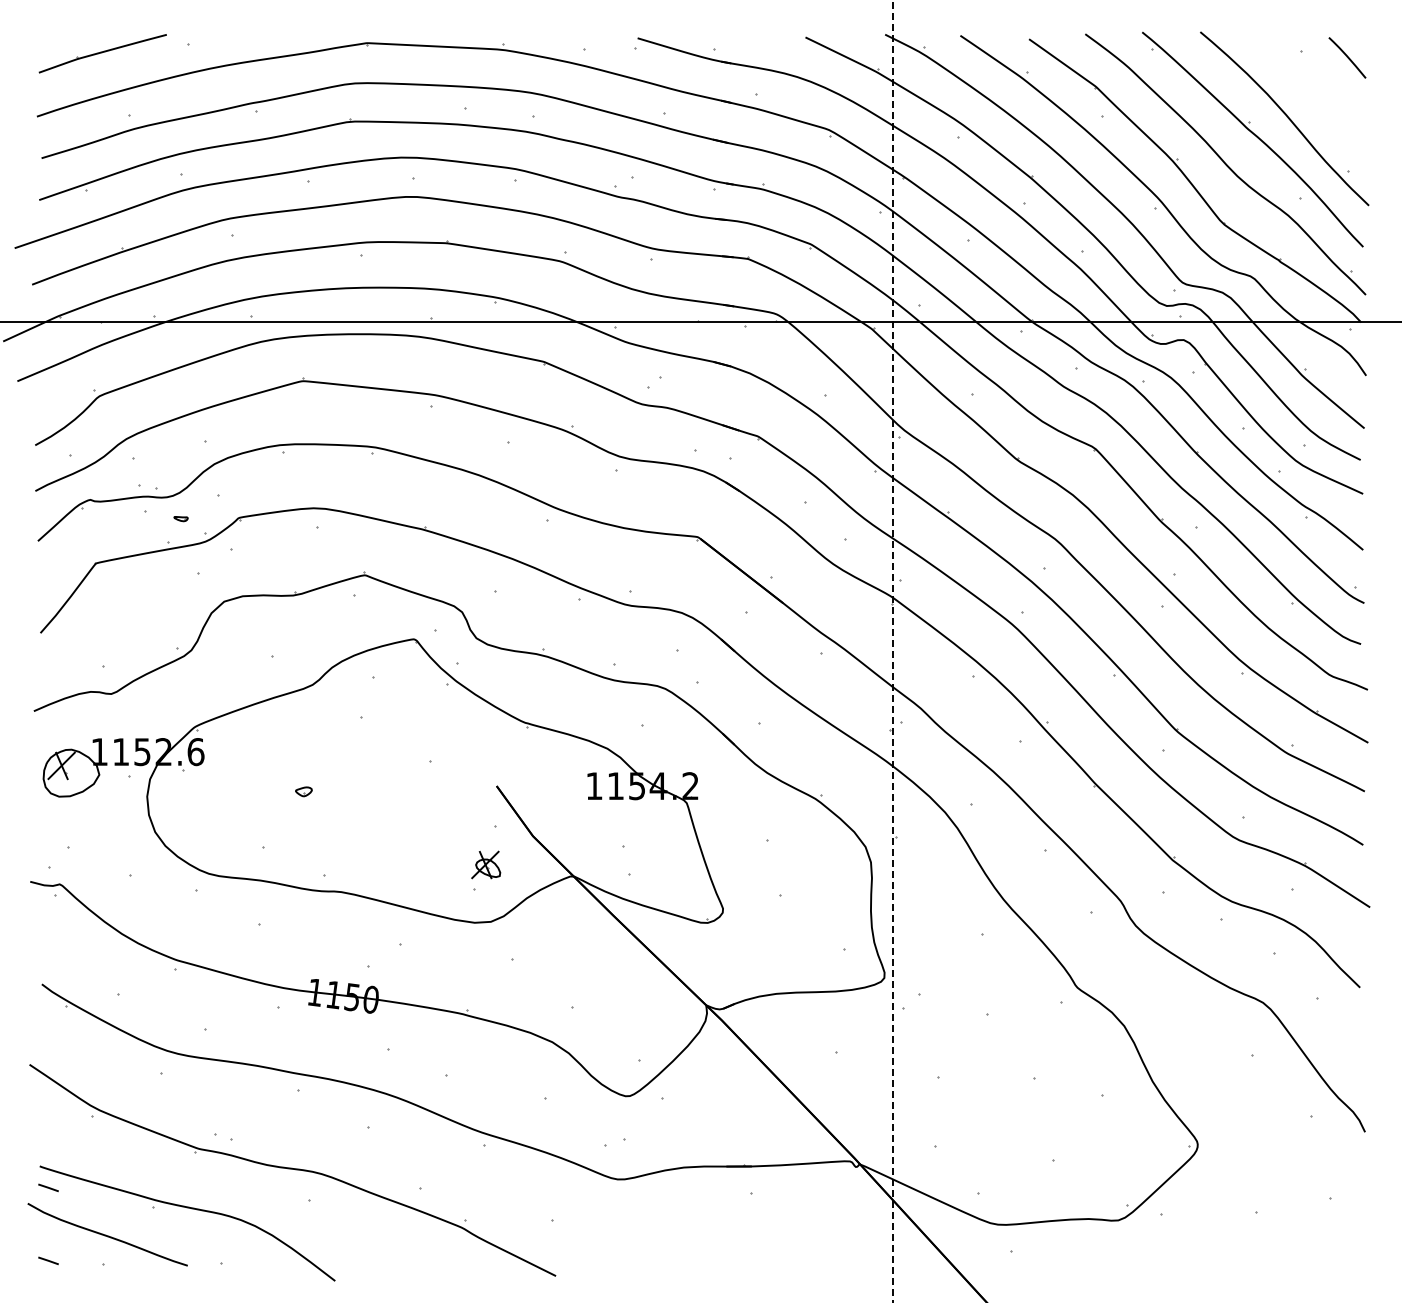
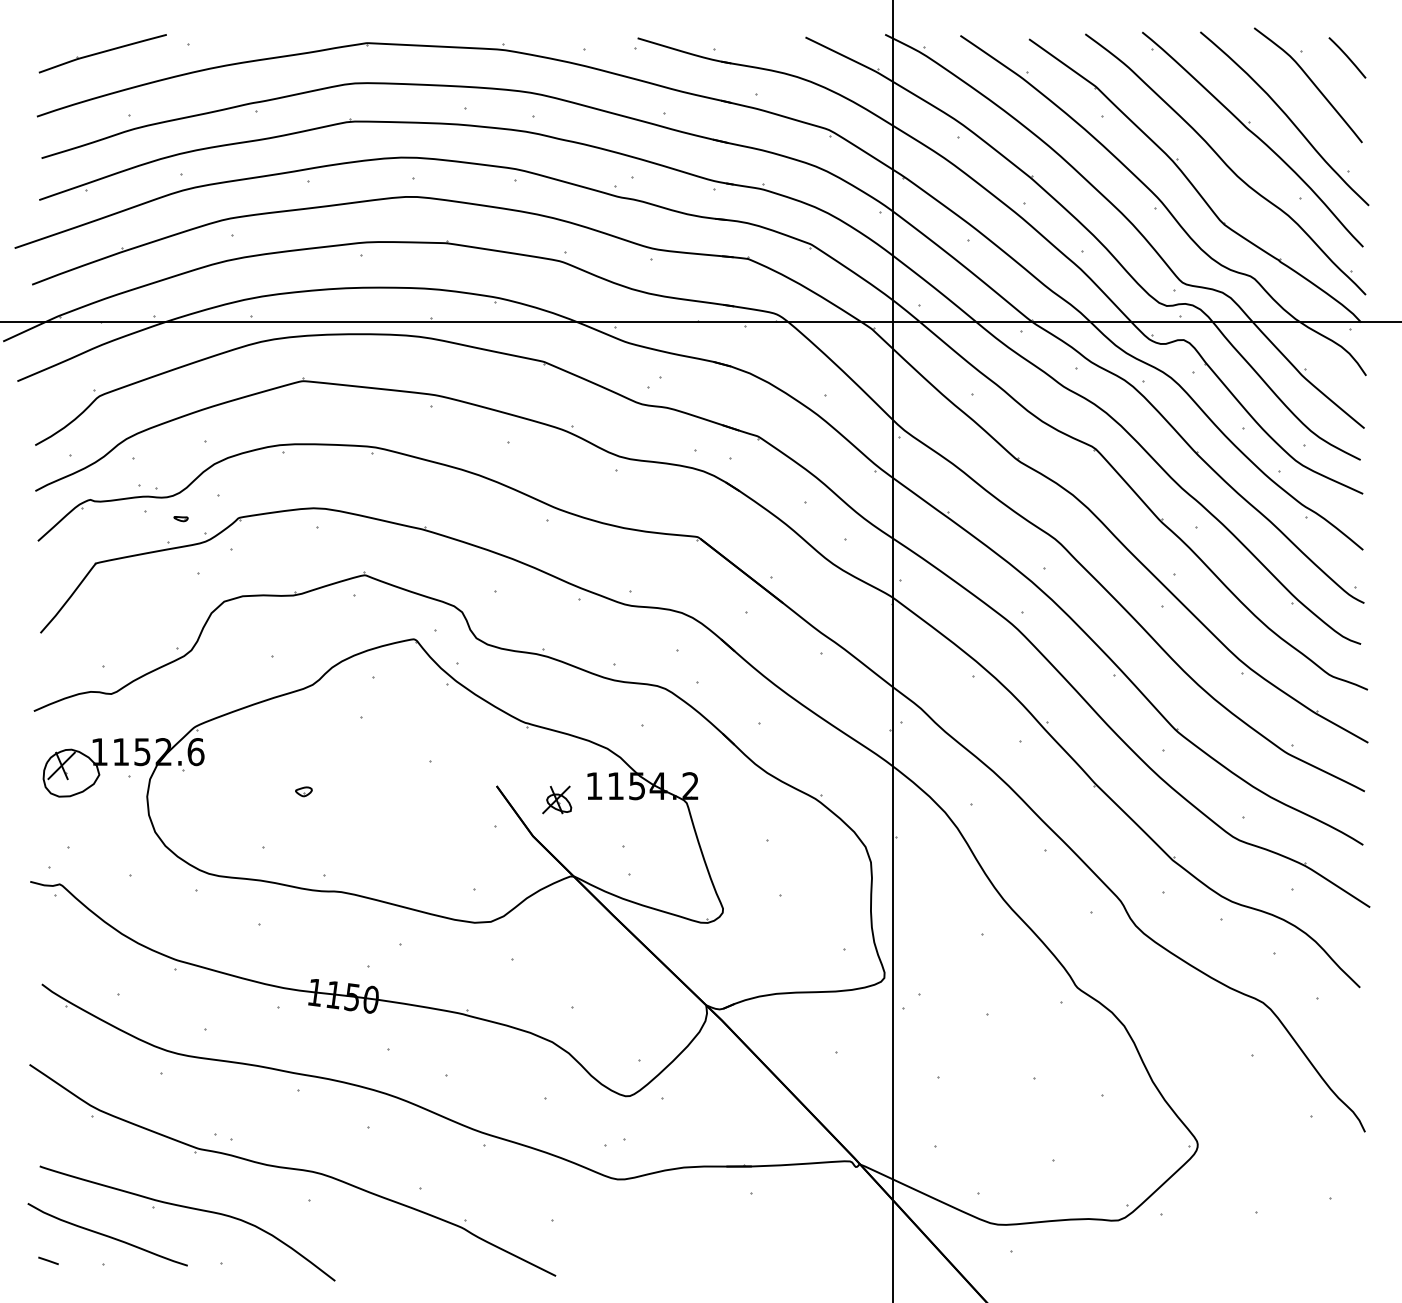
curve at (1310, 81): none -> present
line at (892, 651): dashed -> solid
part at (486, 864) position: (486, 864) -> (557, 799)
line at (48, 1187): present -> none
